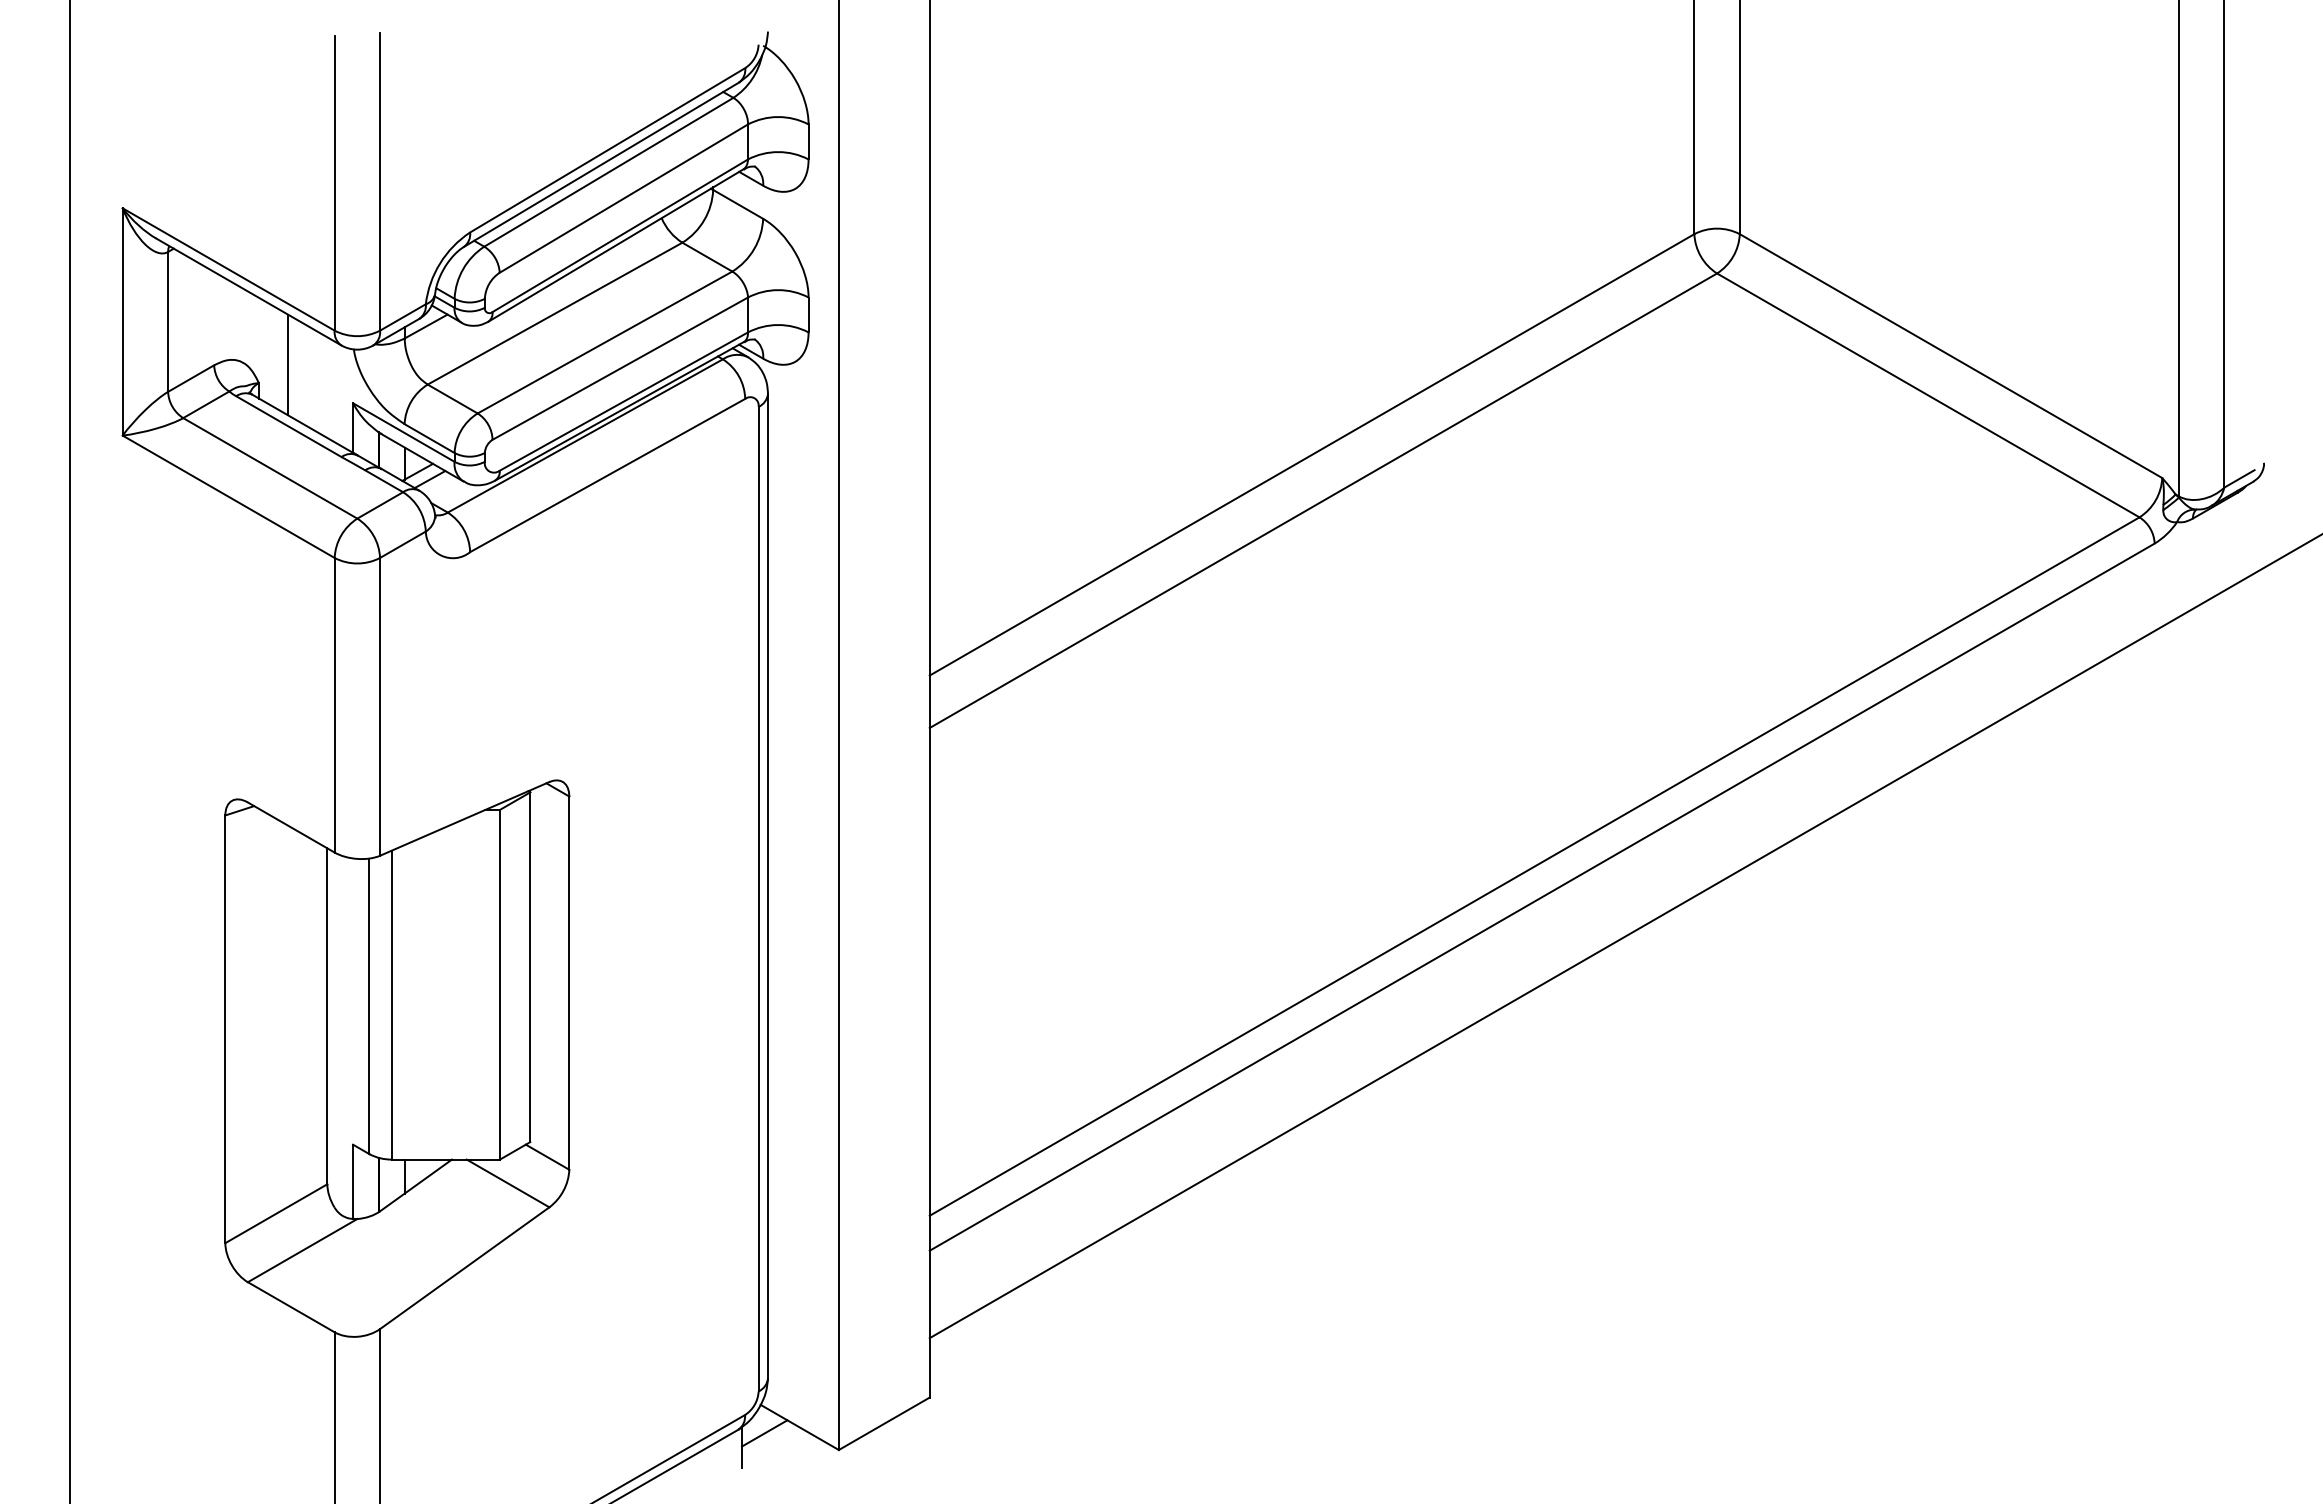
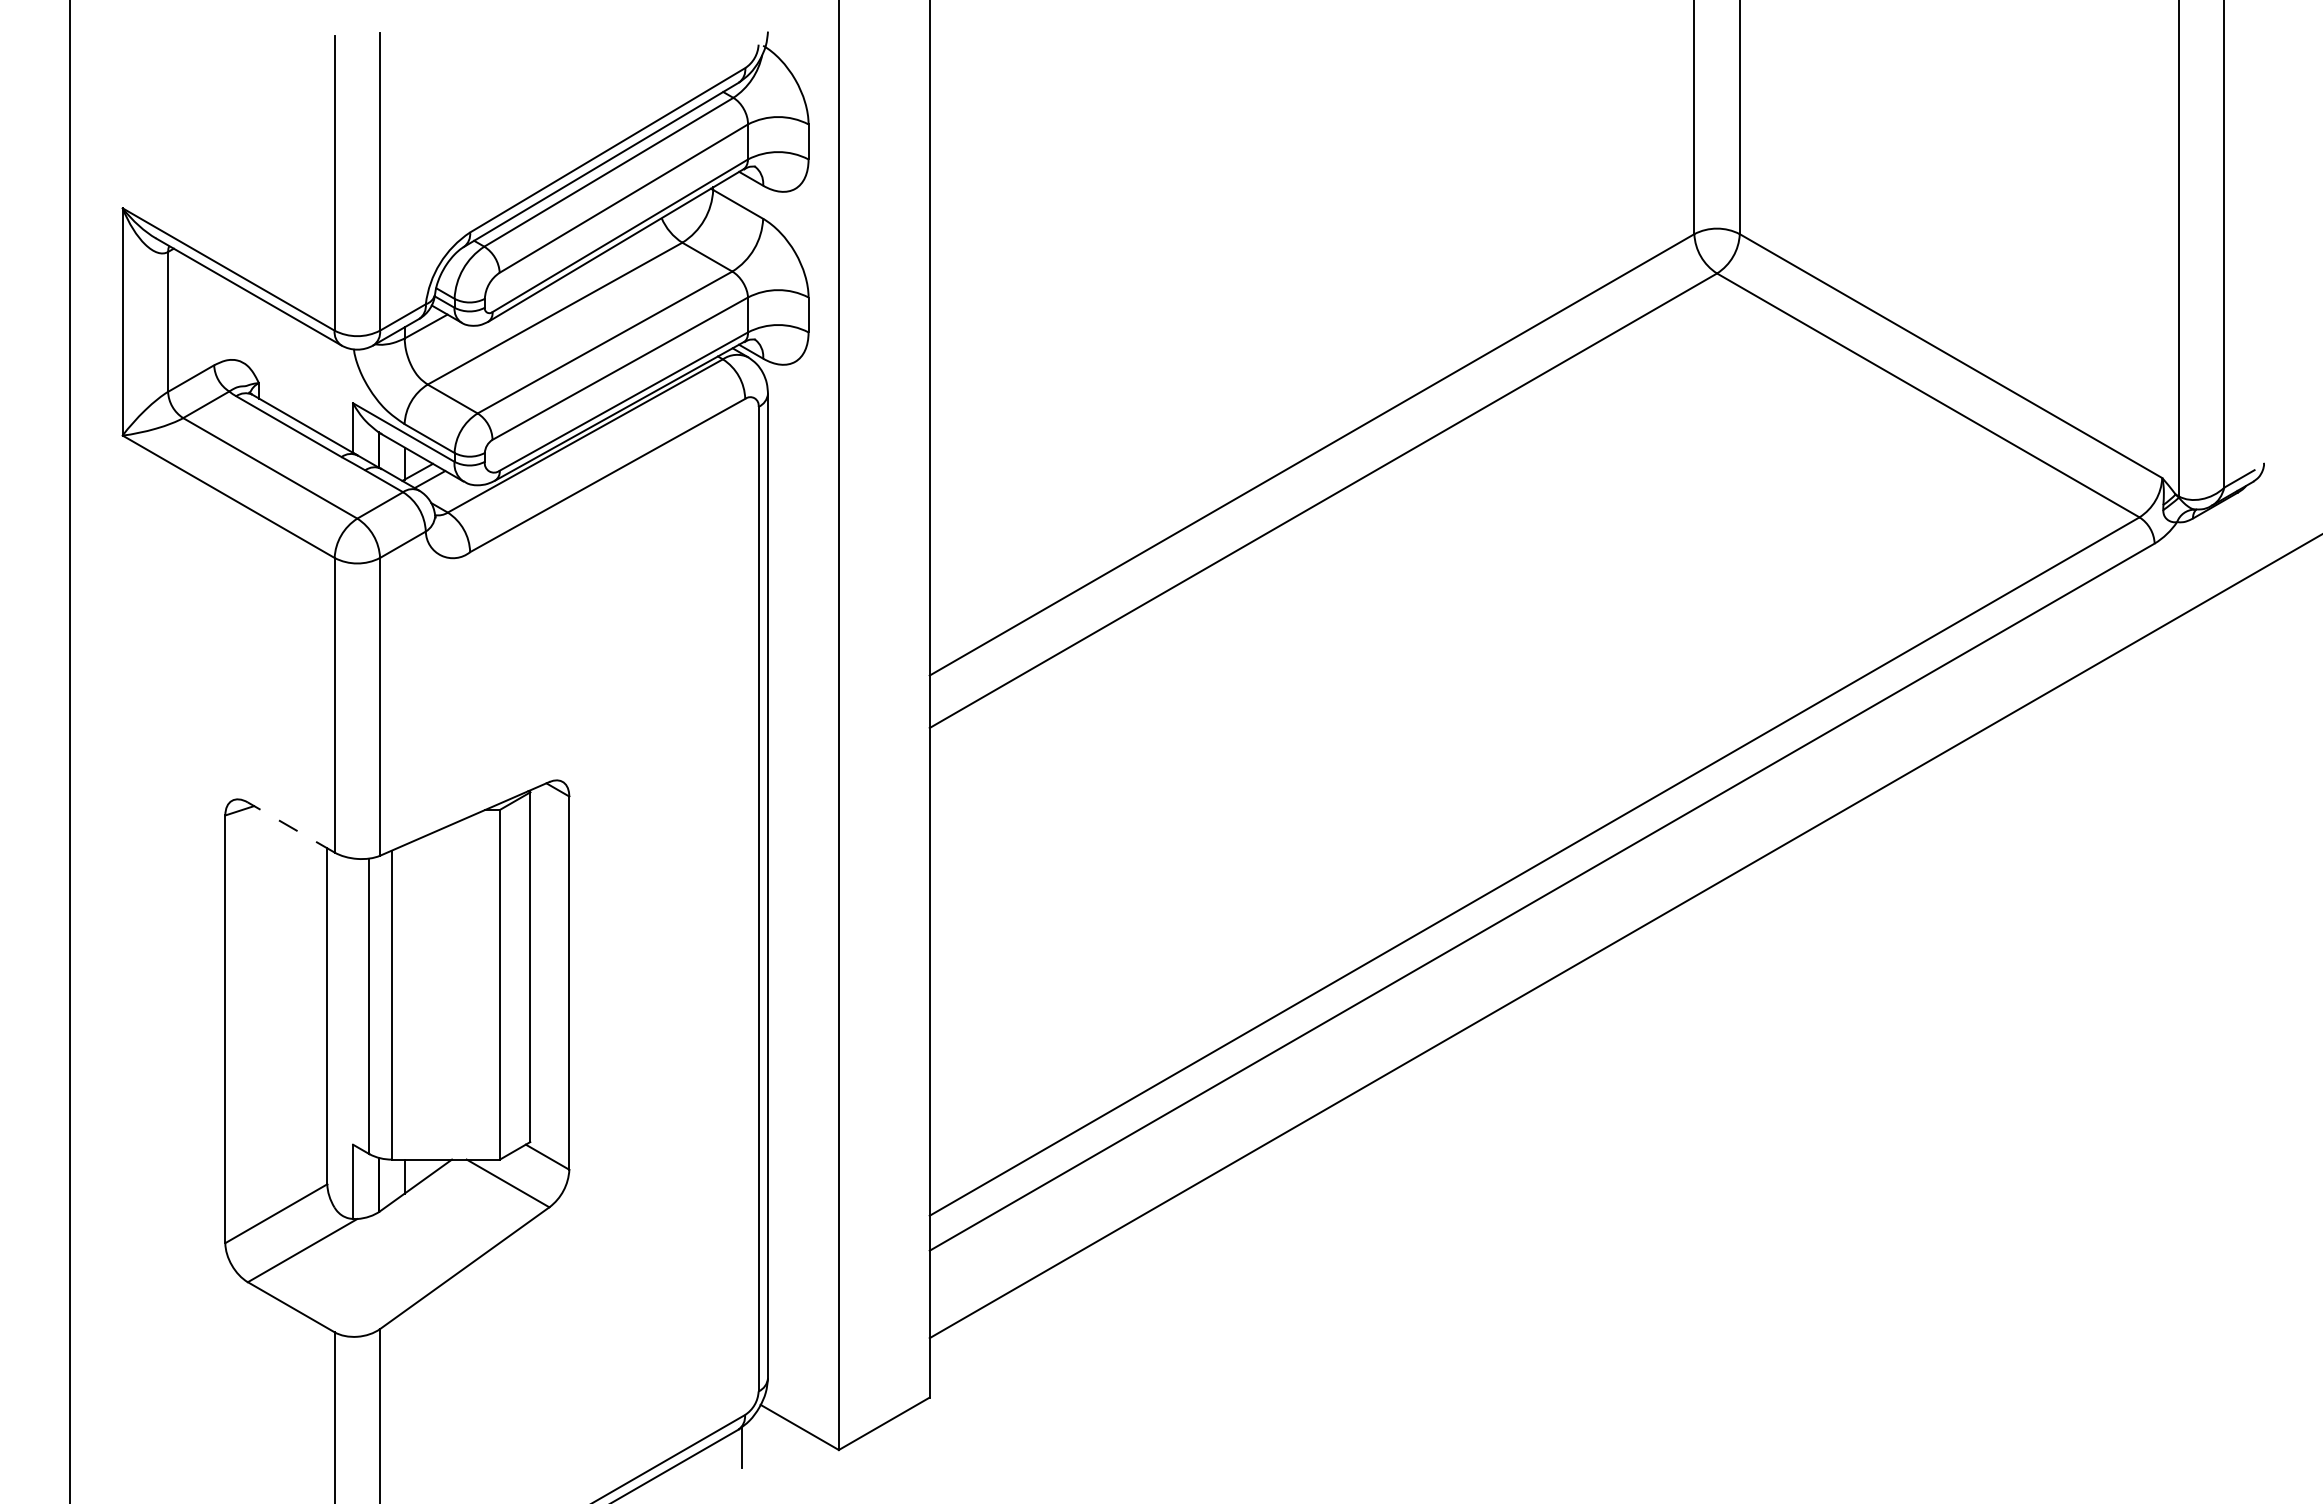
line at (288, 364): present -> none
line at (290, 827): solid -> dashed
line at (764, 1433): present -> none
